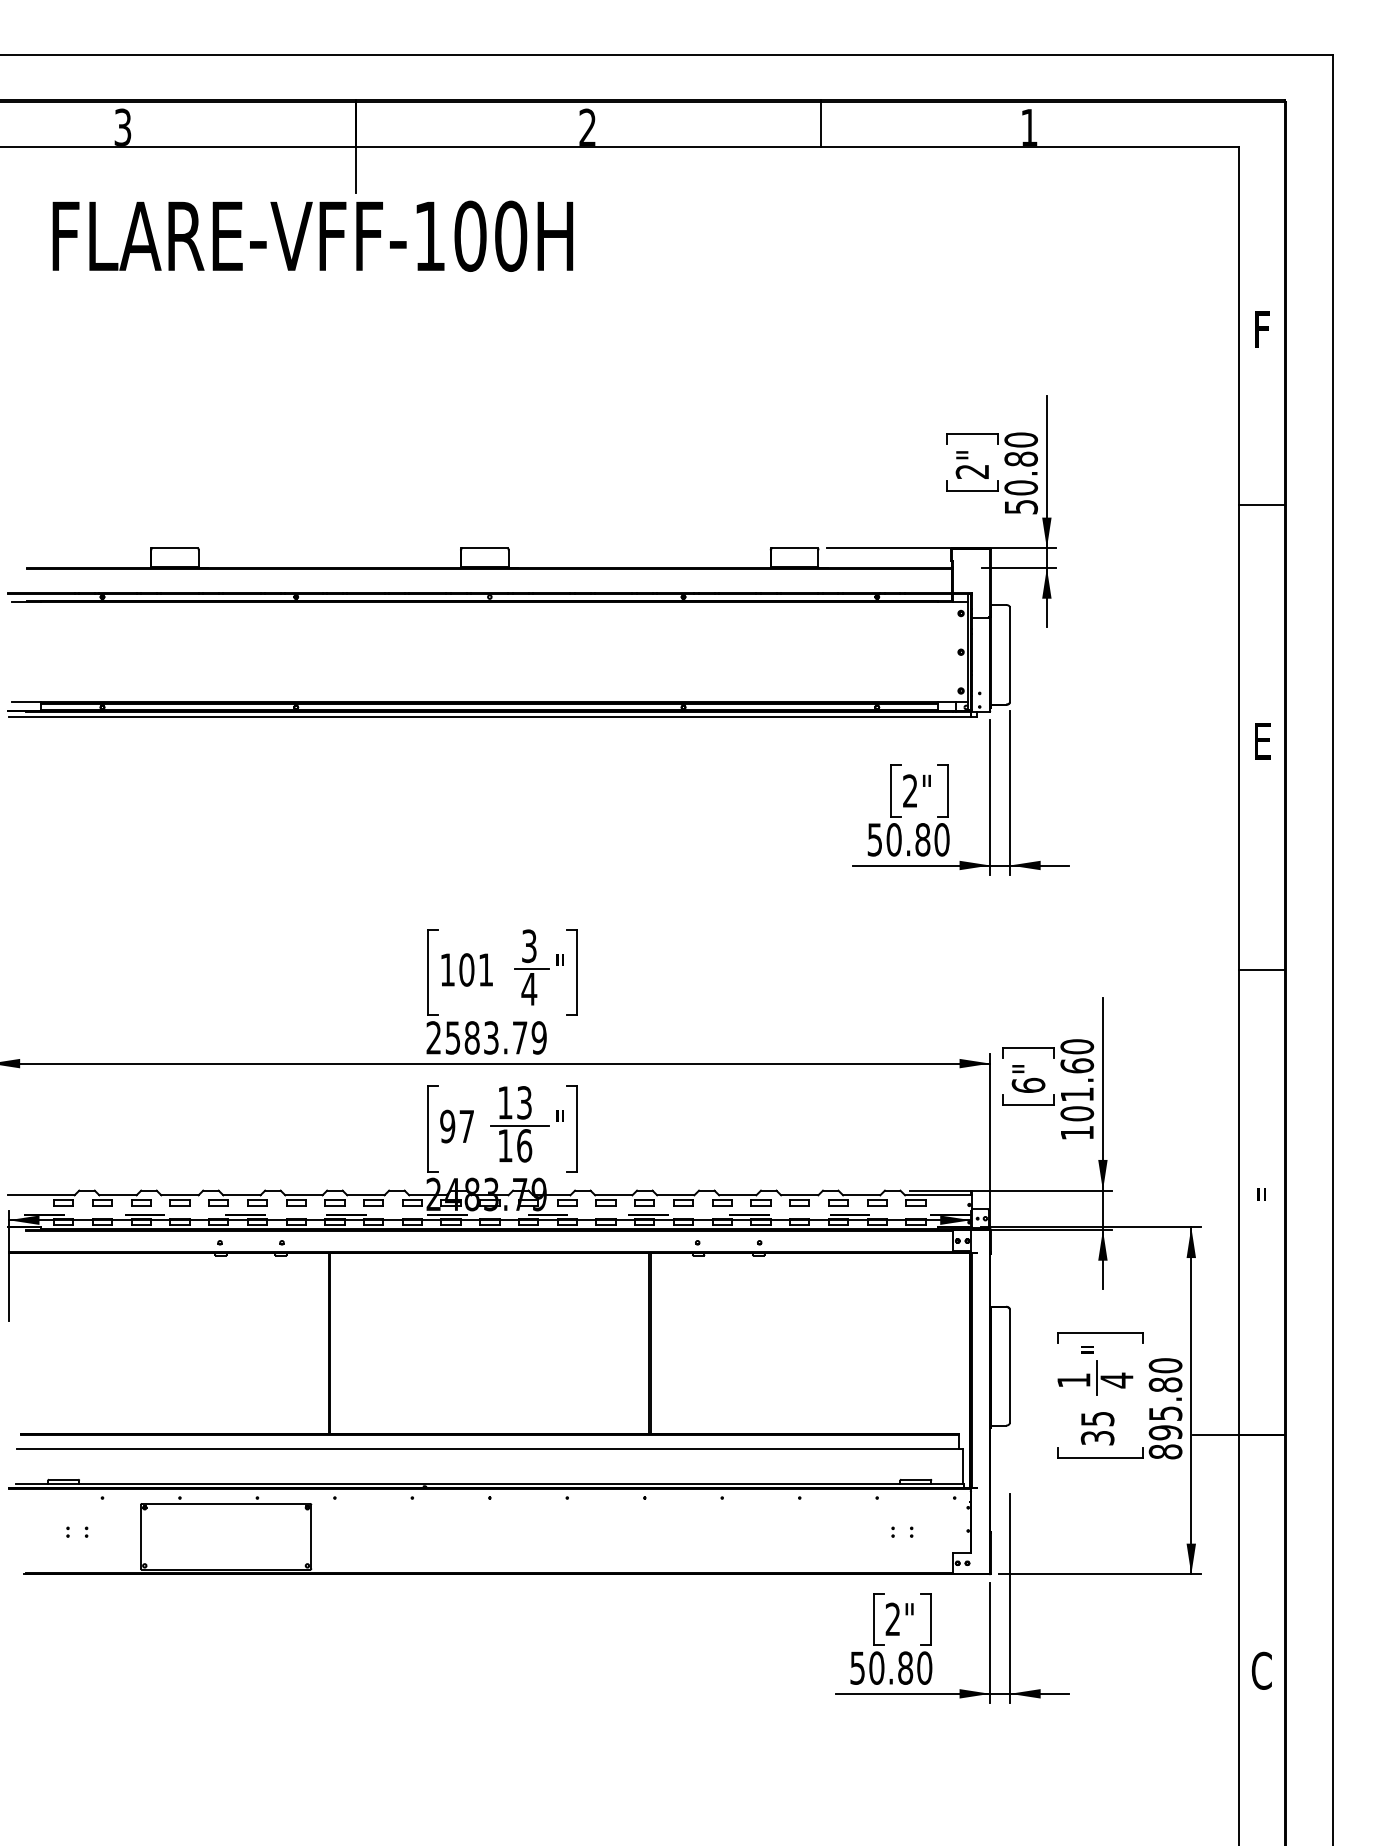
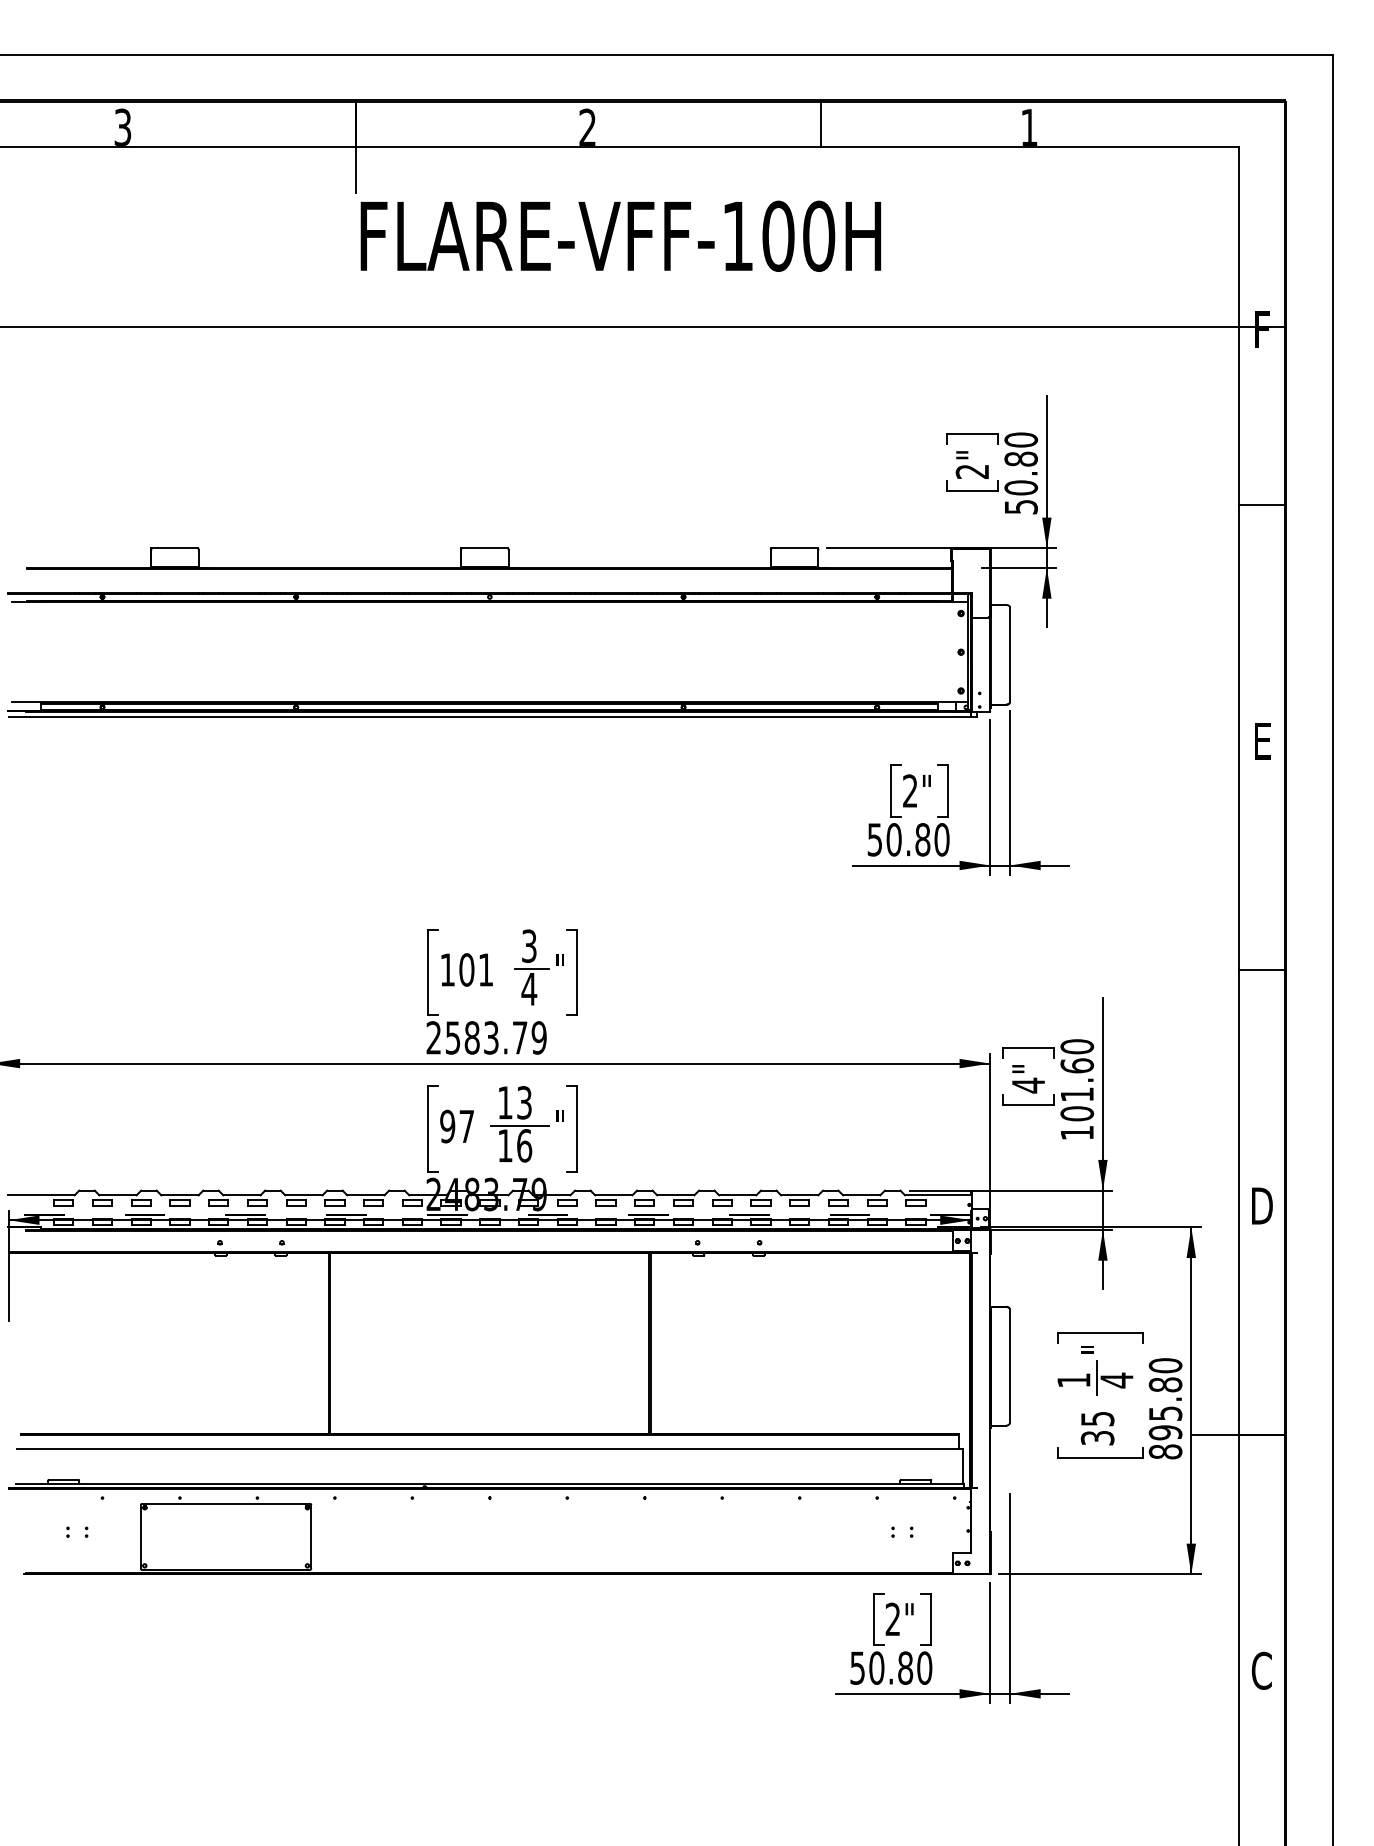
text at (312, 235) position: (312, 235) -> (620, 235)
line at (644, 327): none -> present
text at (1028, 1085): 6" -> 4"
text at (1262, 1205): " -> D
